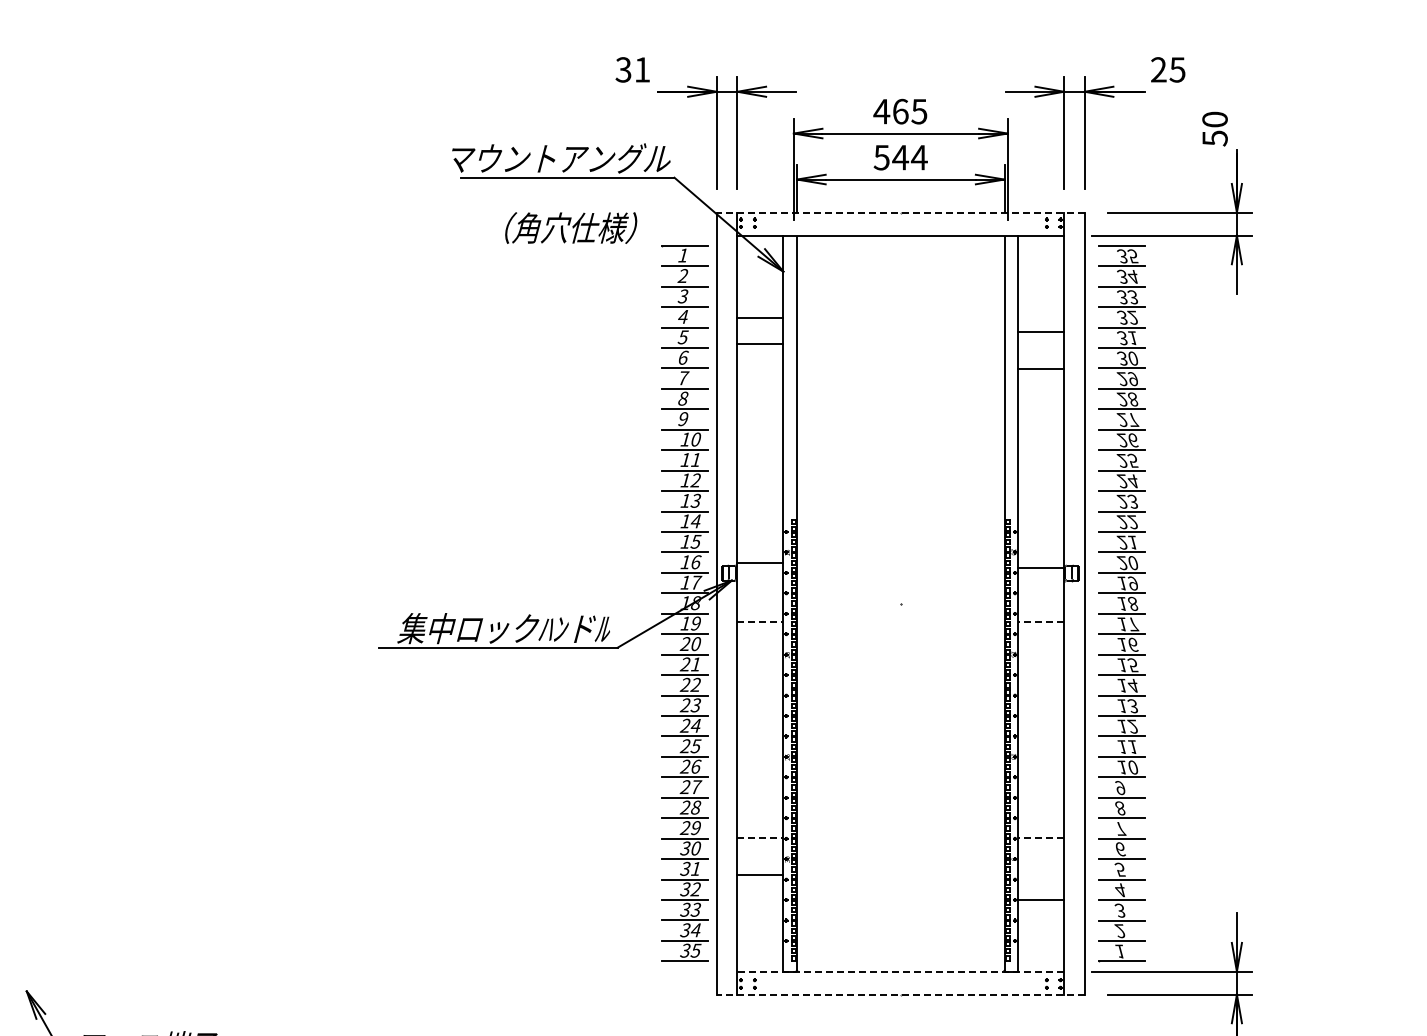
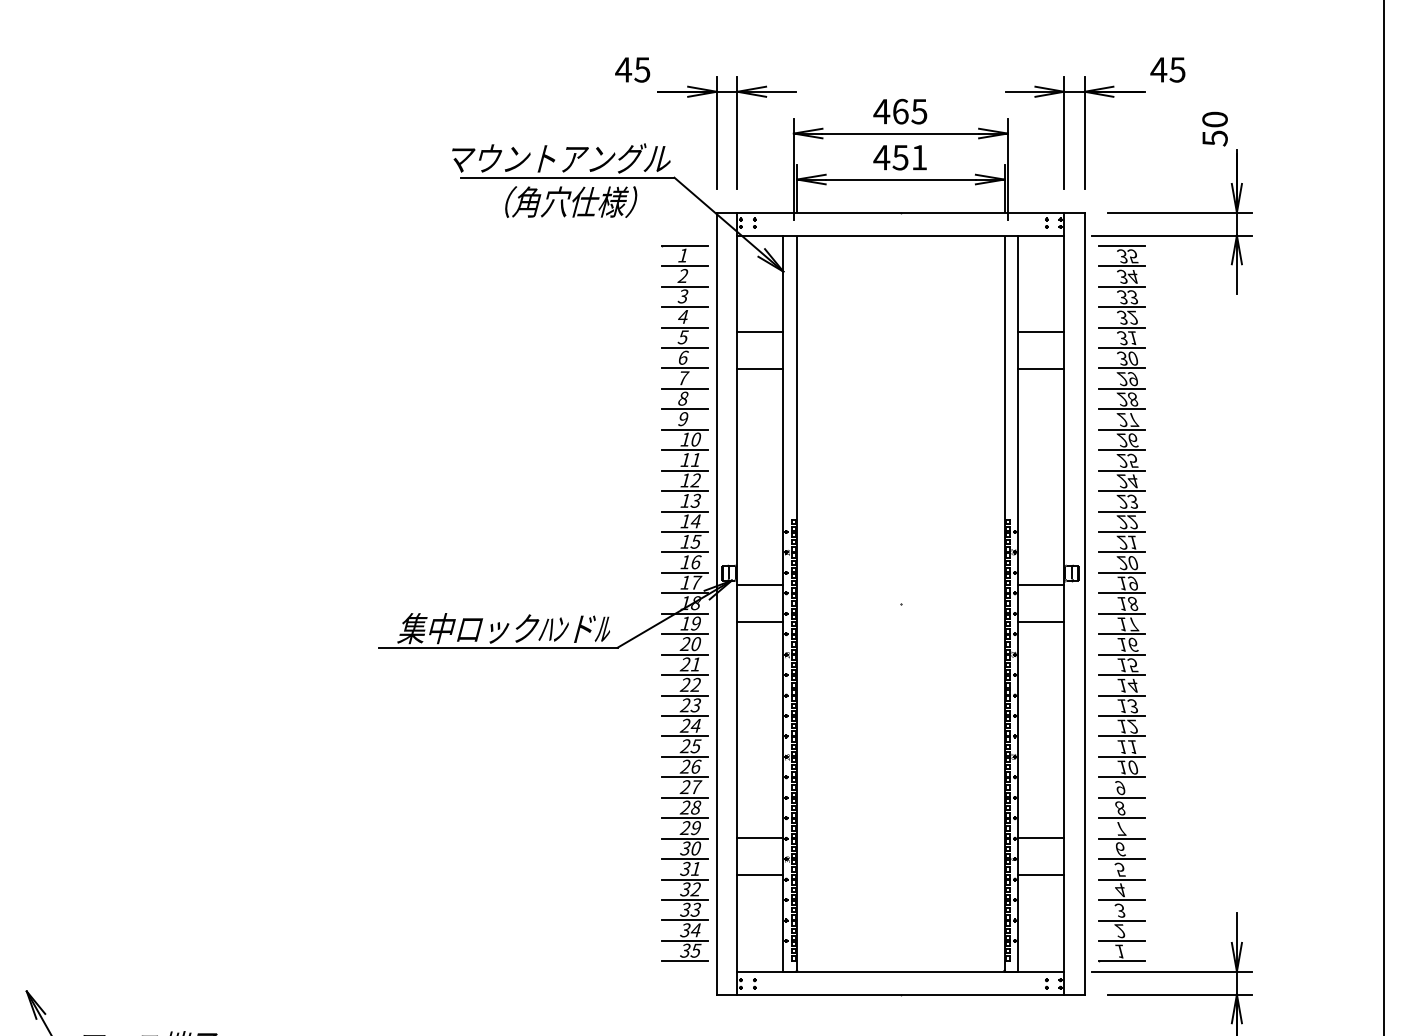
text at (632, 69): 31 -> 45
text at (1158, 69): 25 -> 45
text at (900, 157): 544 -> 451
line at (900, 212): dashed -> solid
text at (571, 227) position: (571, 227) -> (571, 201)
line at (760, 318) position: (760, 318) -> (760, 332)
line at (760, 344) position: (760, 344) -> (760, 369)
line at (1384, 517): none -> present
line at (760, 563) position: (760, 563) -> (760, 585)
line at (1041, 568) position: (1041, 568) -> (1041, 585)
line at (760, 621): dashed -> solid
line at (1041, 621): dashed -> solid
line at (760, 838): dashed -> solid
line at (1041, 838): dashed -> solid
line at (1041, 899) position: (1041, 899) -> (1041, 874)
line at (900, 971): dashed -> solid
line at (900, 994): dashed -> solid
